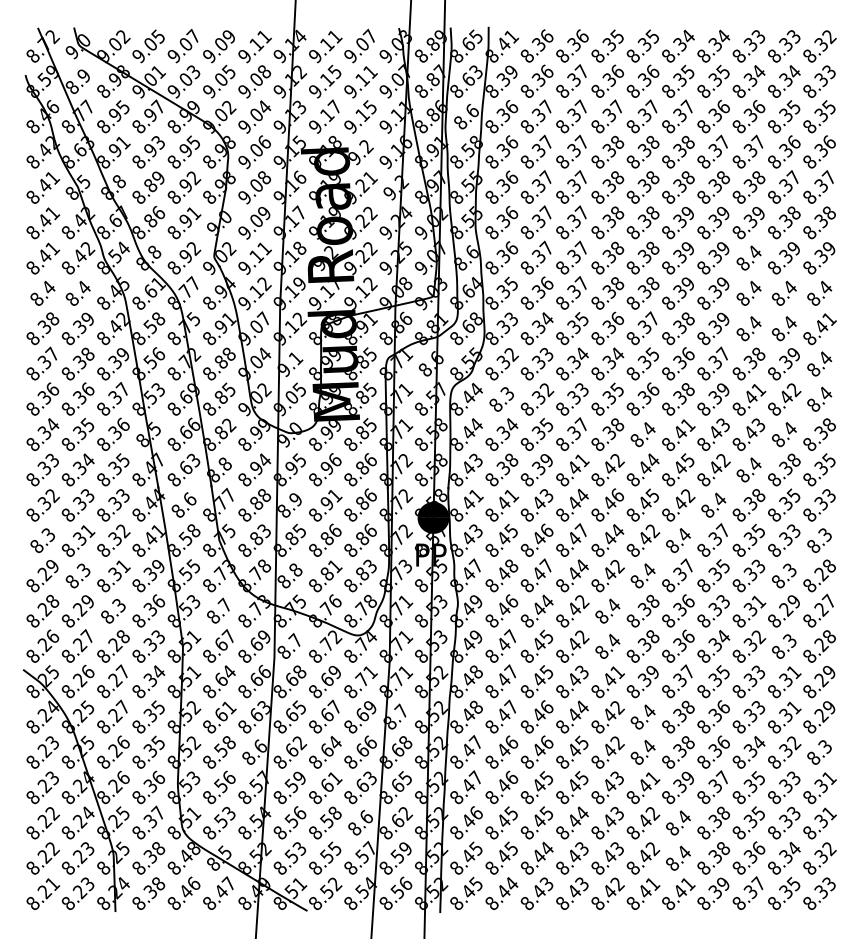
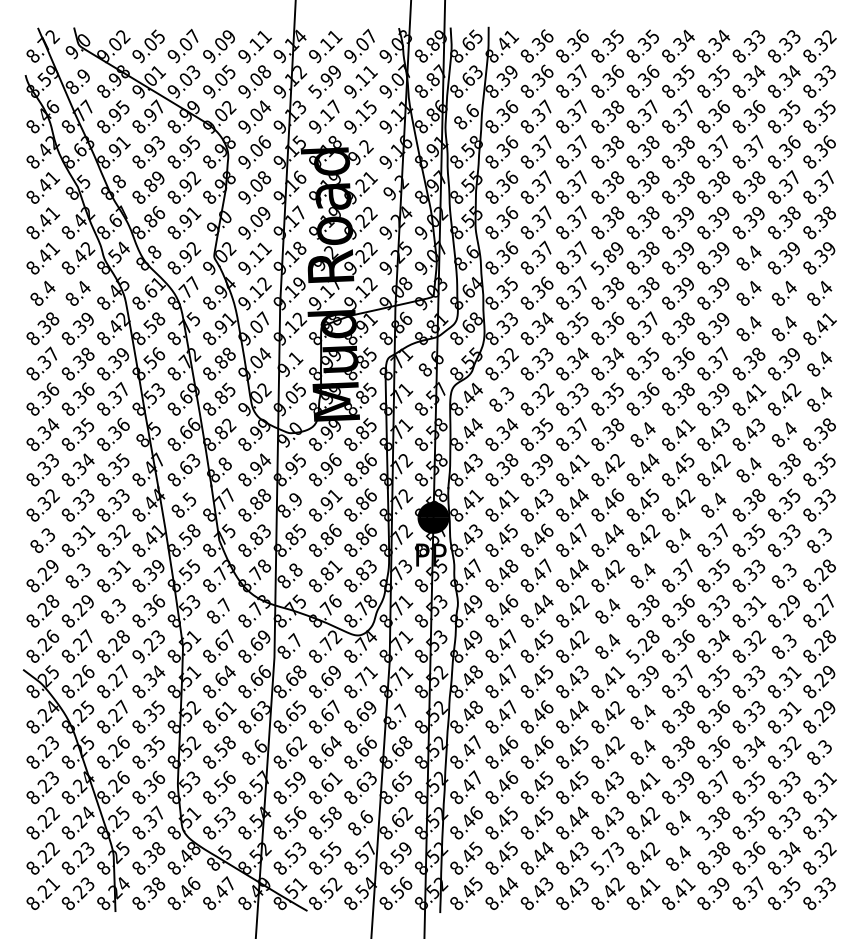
text at (324, 81): 9.15 -> 5.99
text at (617, 106): 8.37 -> 8.38
text at (607, 258): 8.38 -> 5.89
text at (189, 499): 8.6 -> 8.5
text at (145, 650): 8.33 -> 9.23
text at (639, 650): 8.38 -> 5.28
text at (703, 833): 8.38 -> 3.38
text at (603, 861): 8.43 -> 5.73
